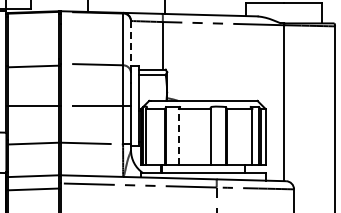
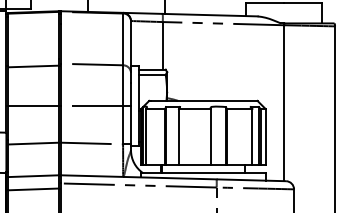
line at (131, 44): dashed -> solid
line at (178, 136): dashed -> solid
